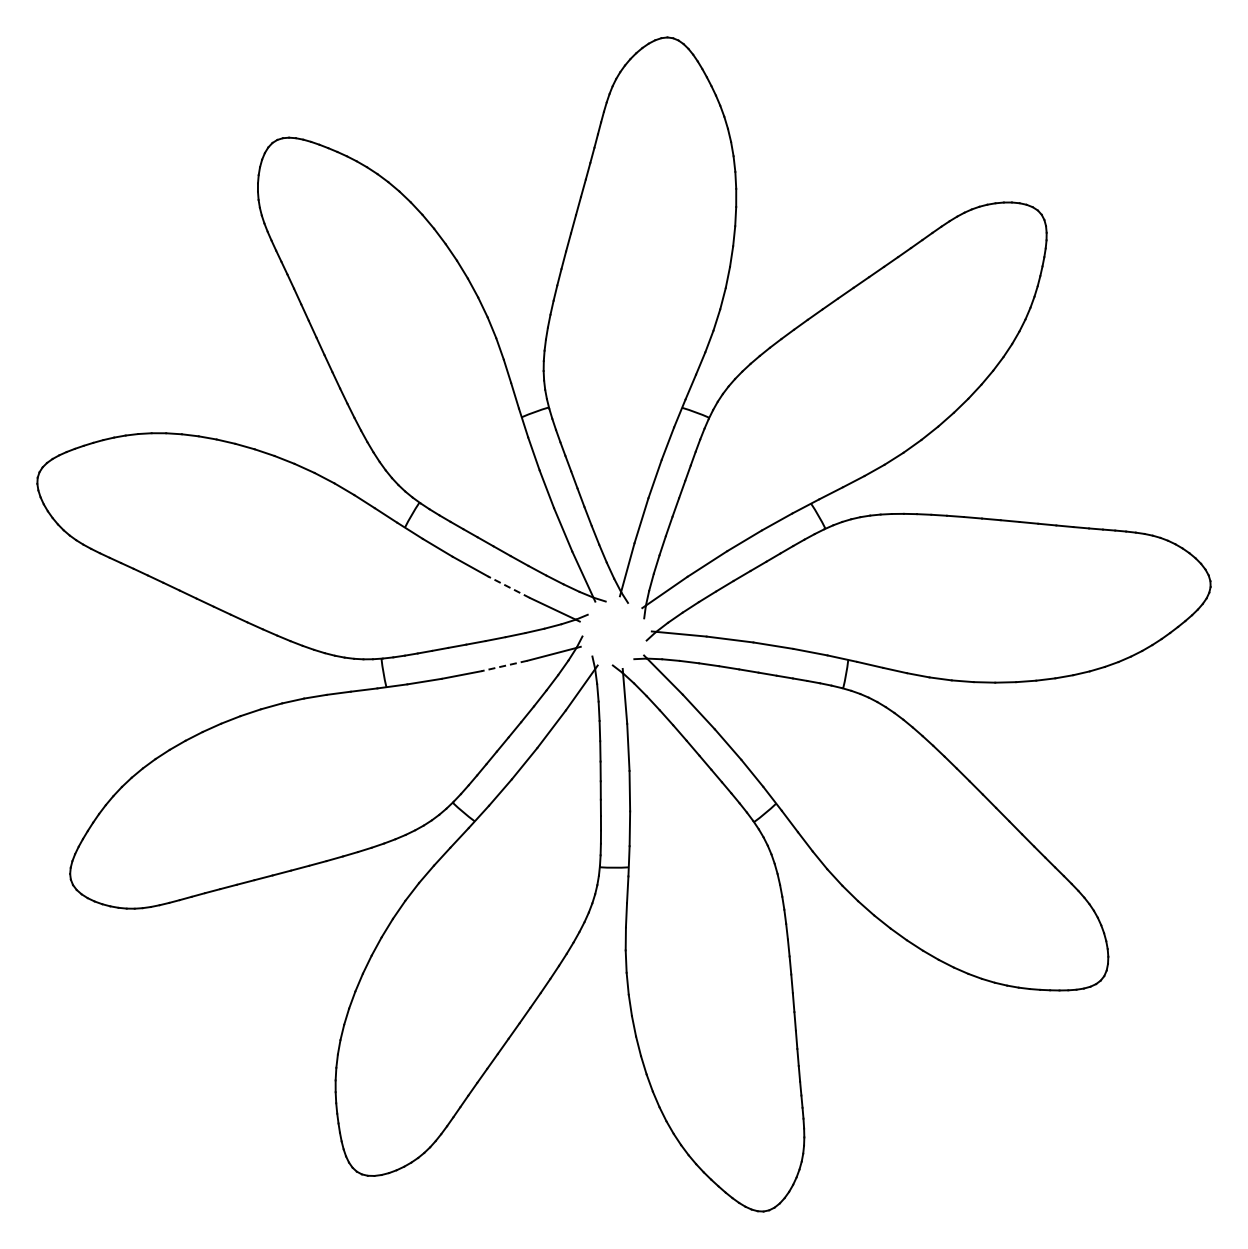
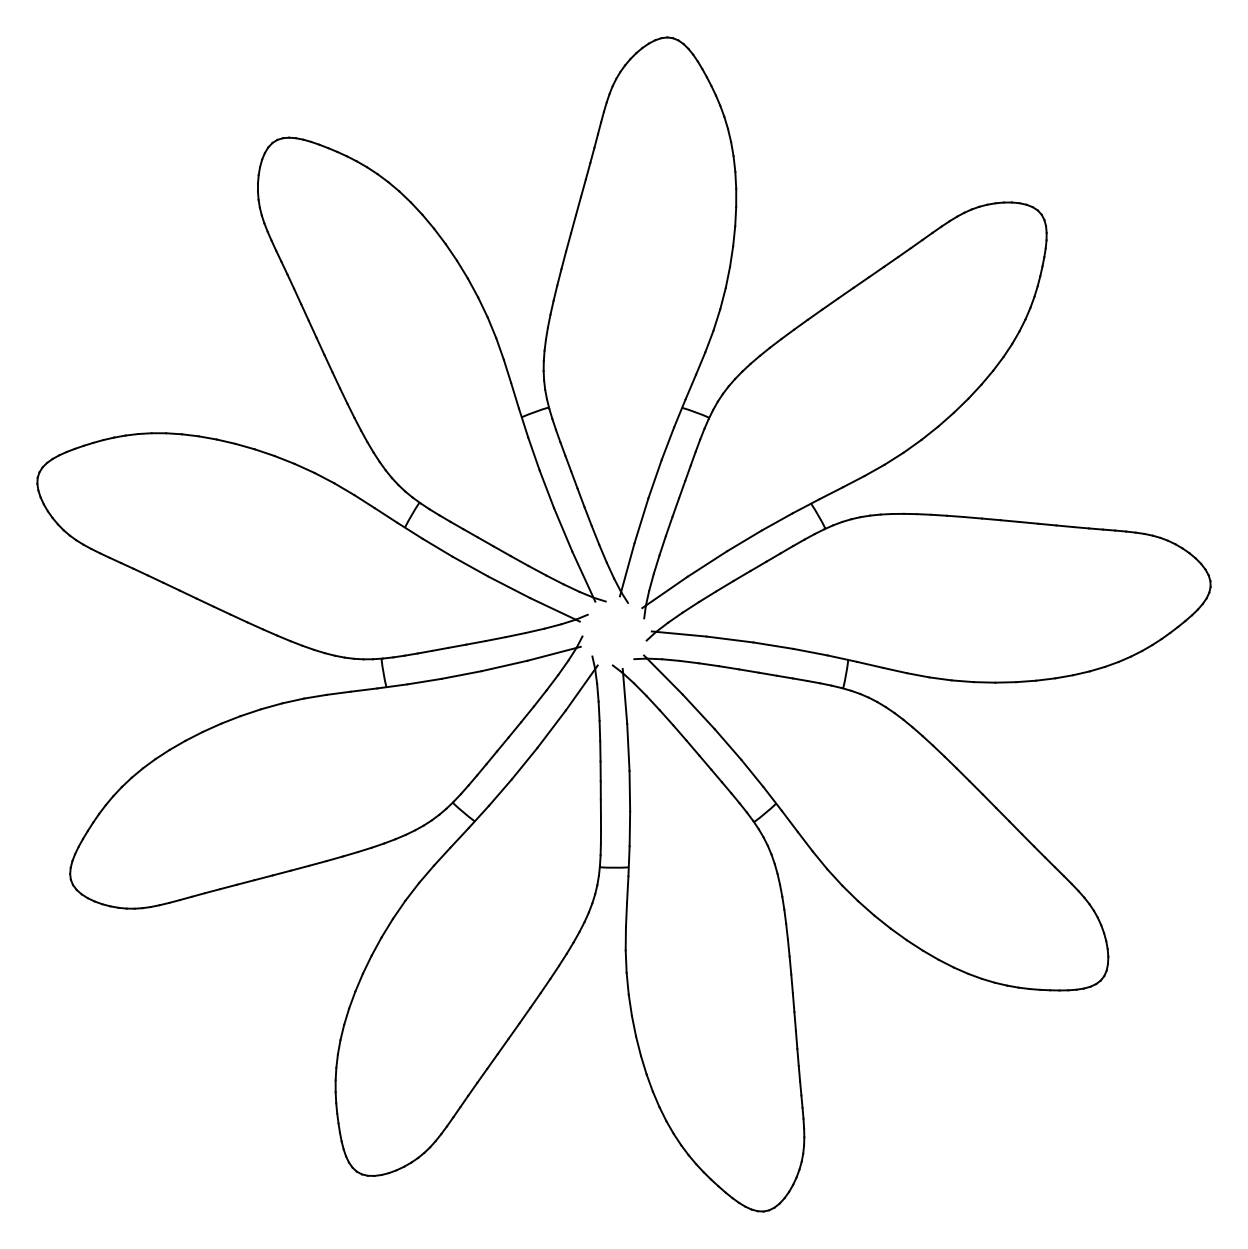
line at (509, 587): dashed -> solid
line at (504, 665): dashed -> solid
